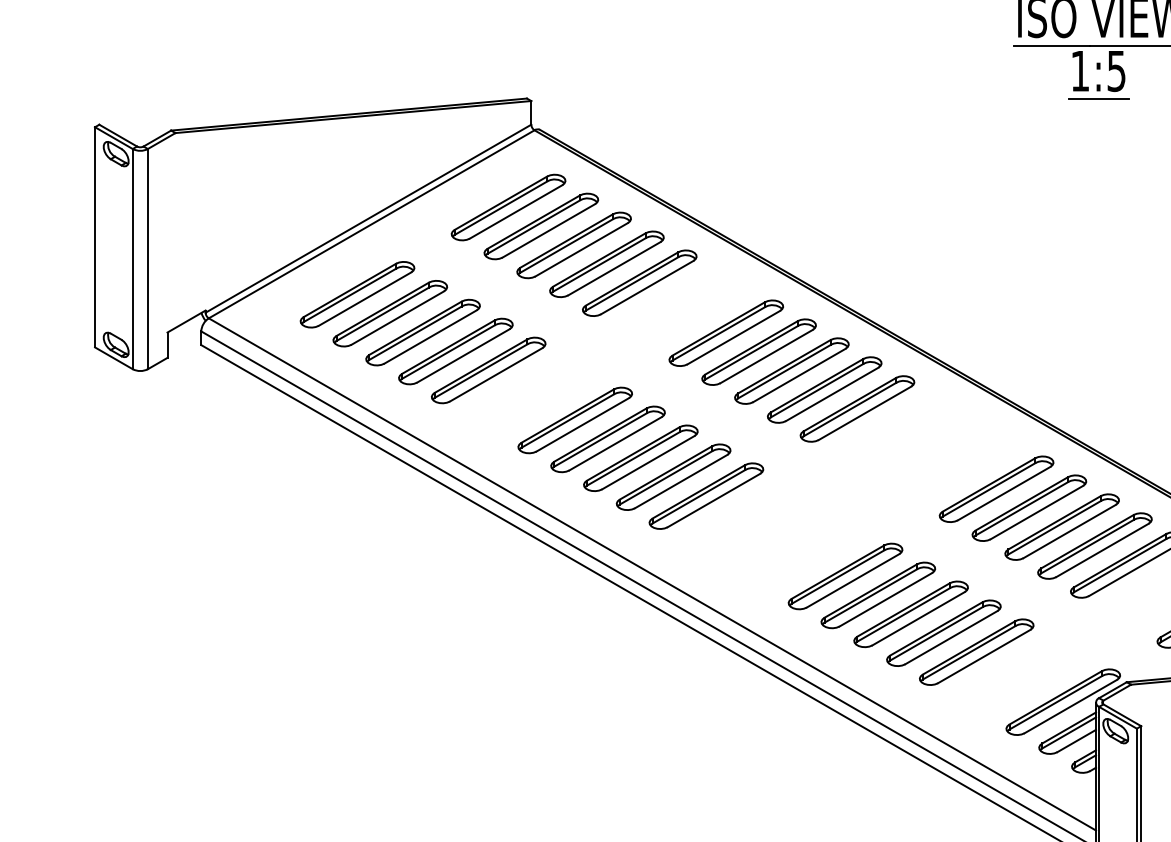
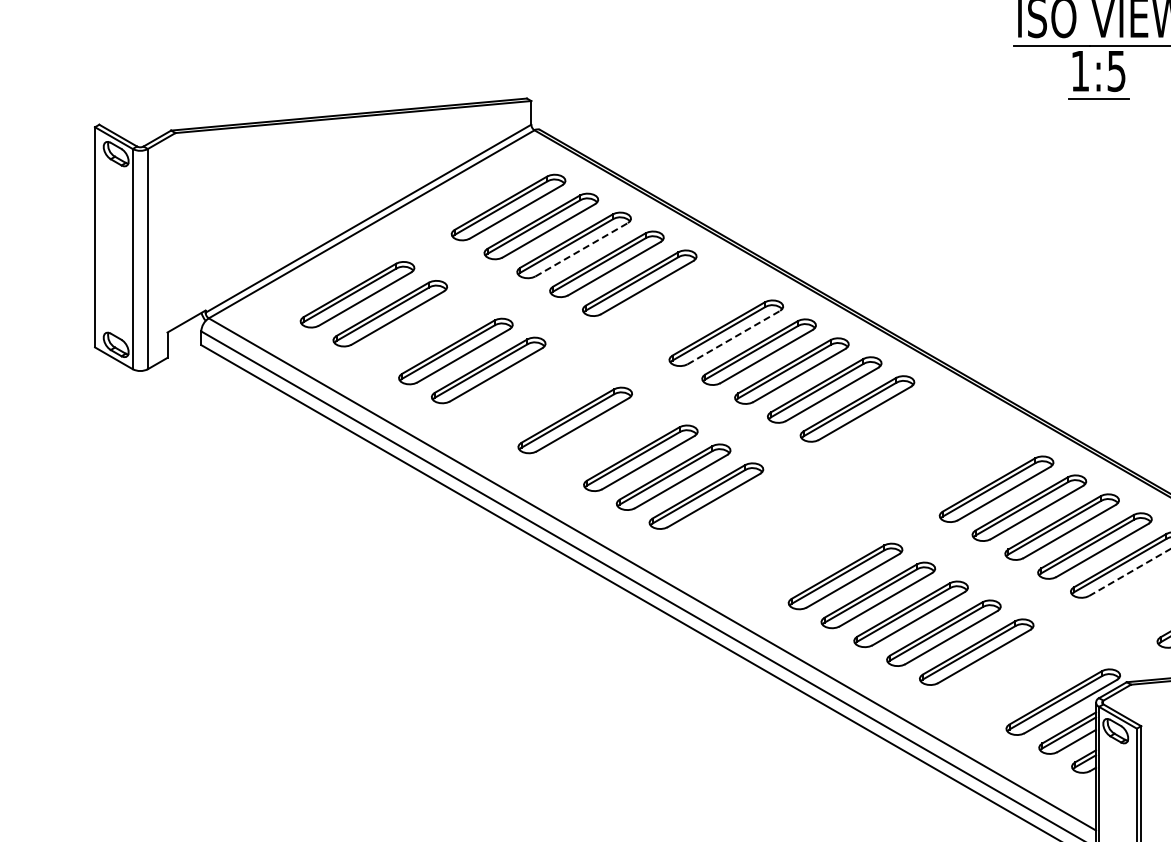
line at (582, 249): solid -> dashed
part at (422, 332): present -> none
line at (734, 337): solid -> dashed
part at (607, 439): present -> none
line at (1129, 572): solid -> dashed
